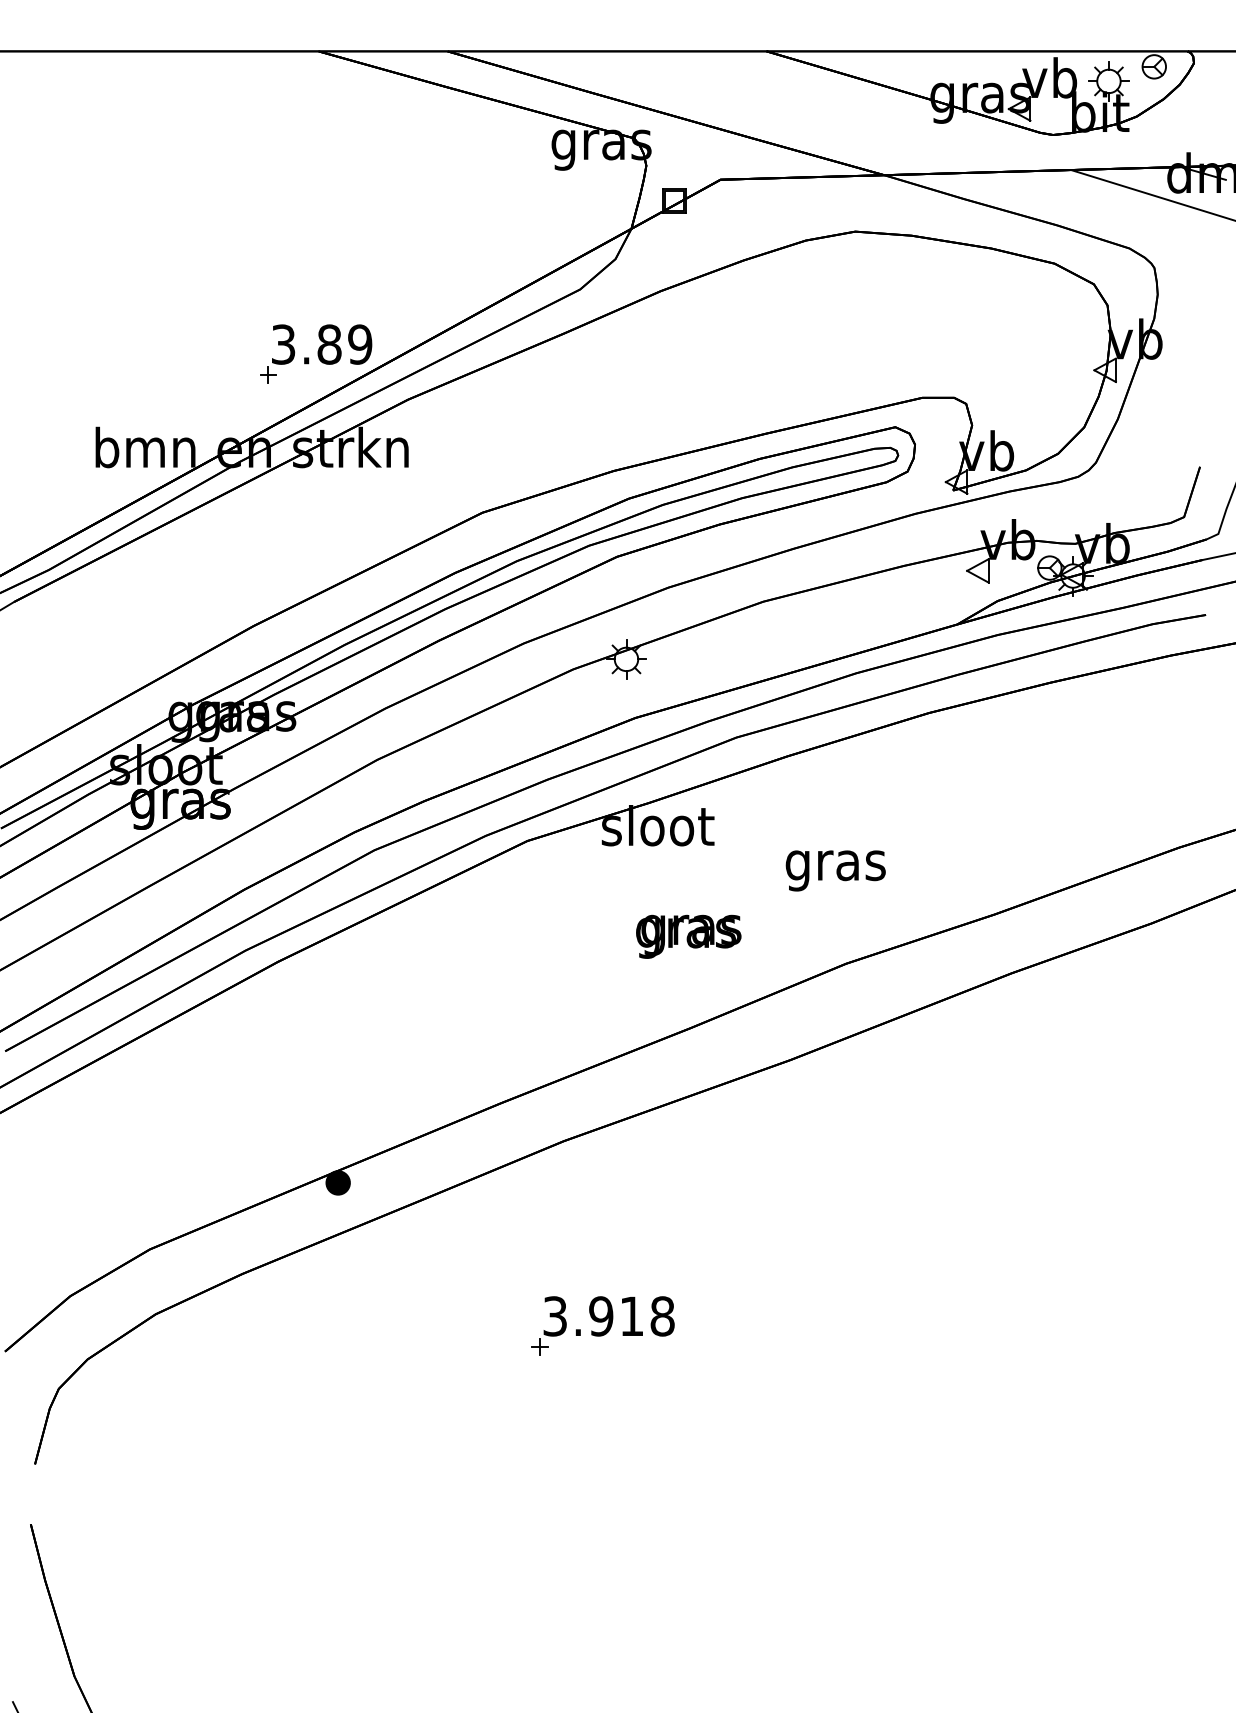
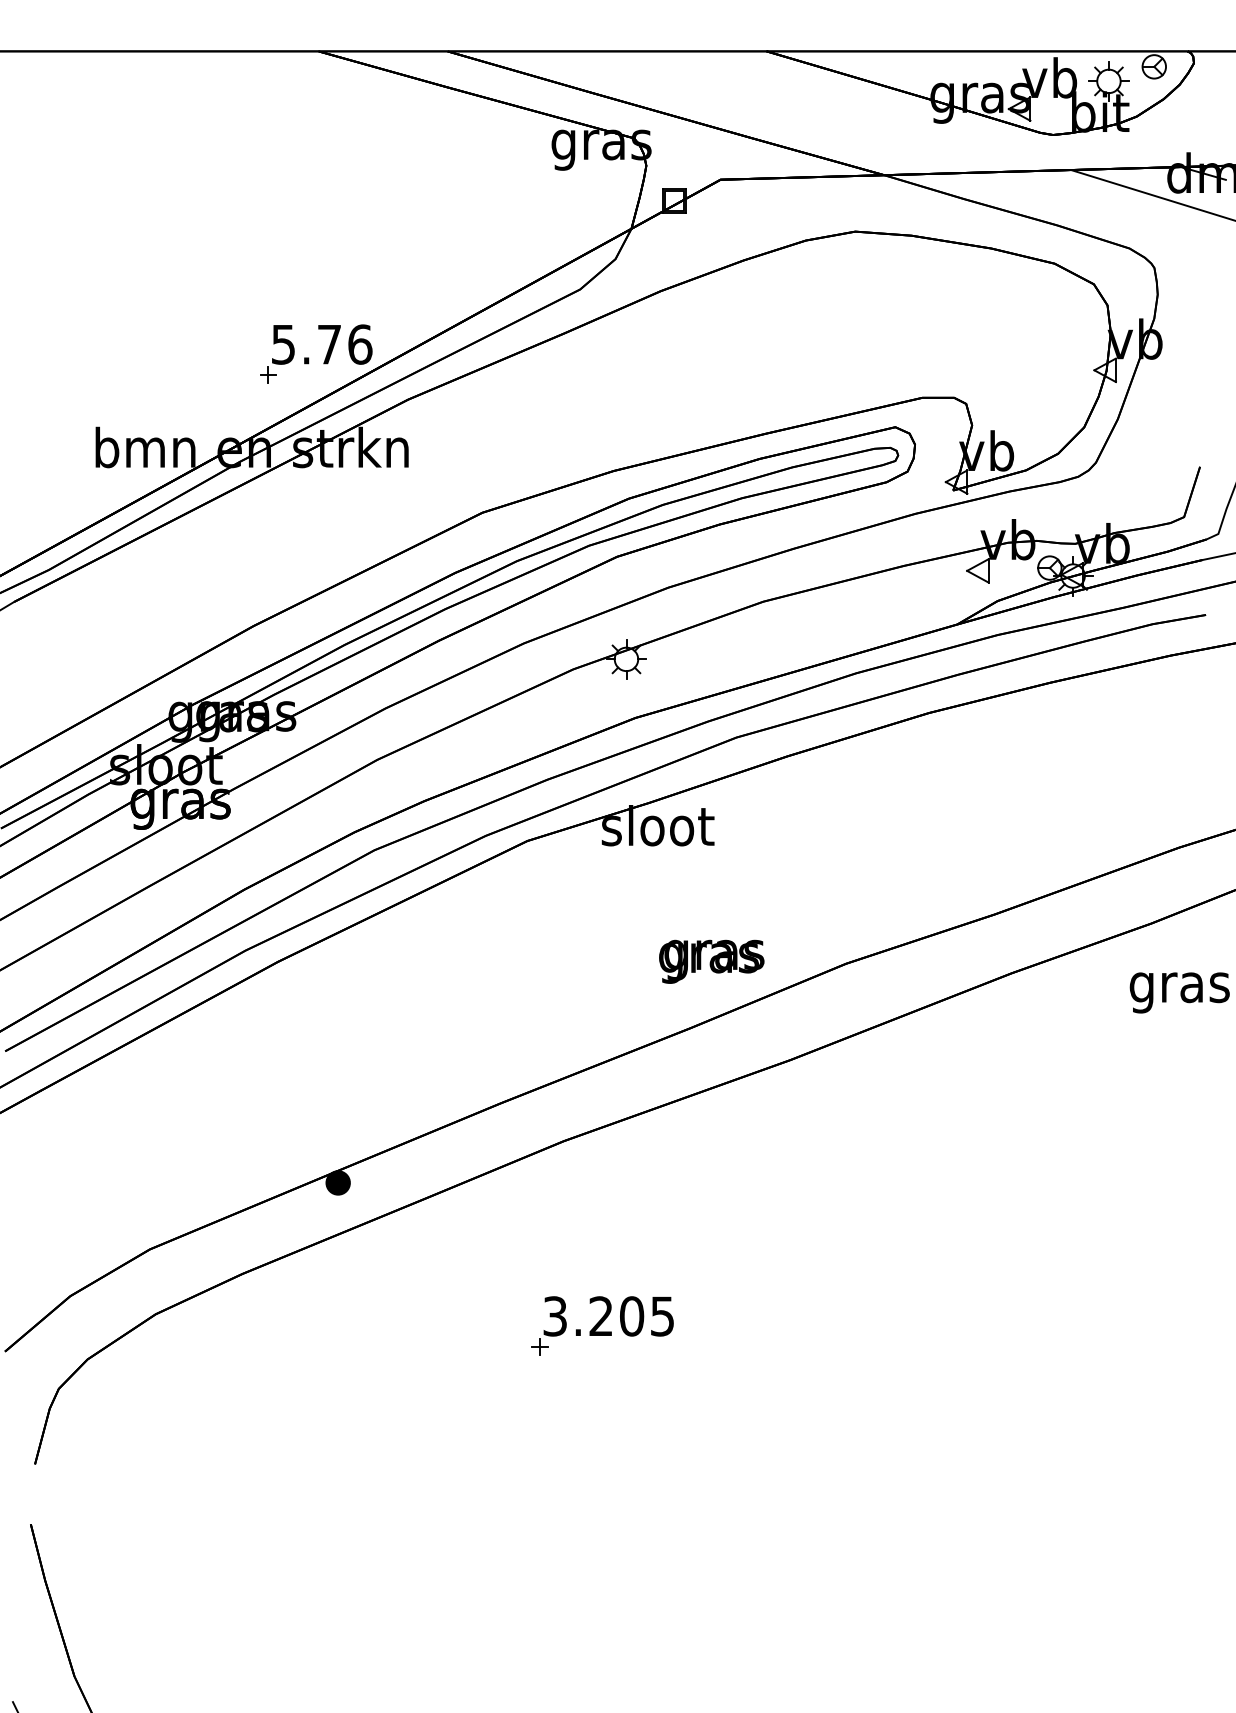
text at (322, 344): 3.89 -> 5.76
text at (835, 870) position: (835, 870) -> (1179, 992)
text at (688, 936) position: (688, 936) -> (711, 961)
text at (631, 1316): 3.918 -> 3.205
